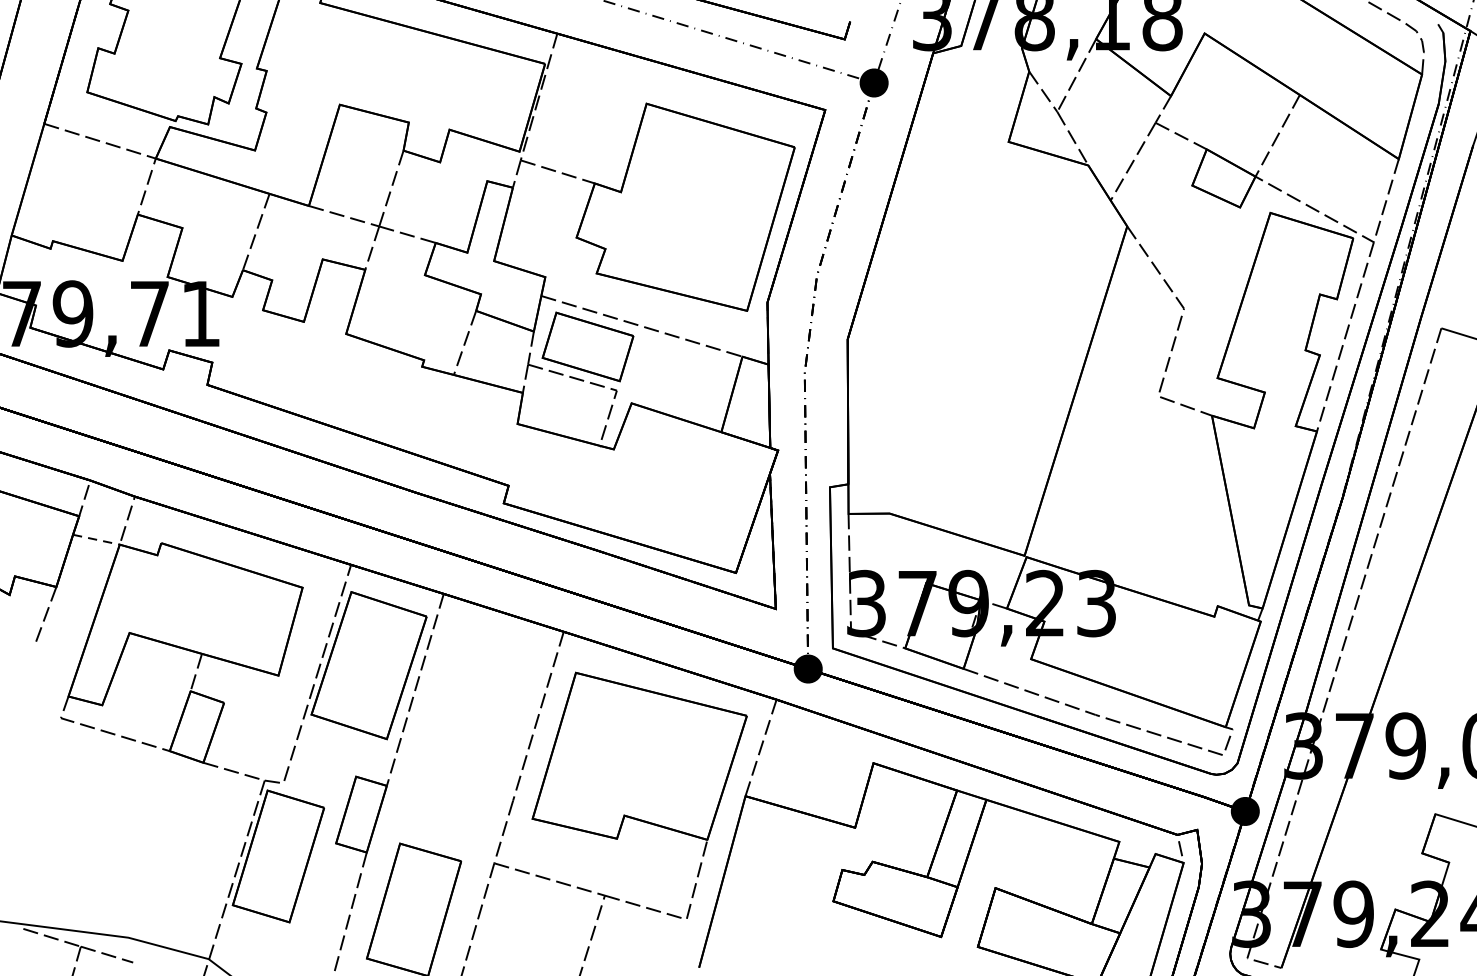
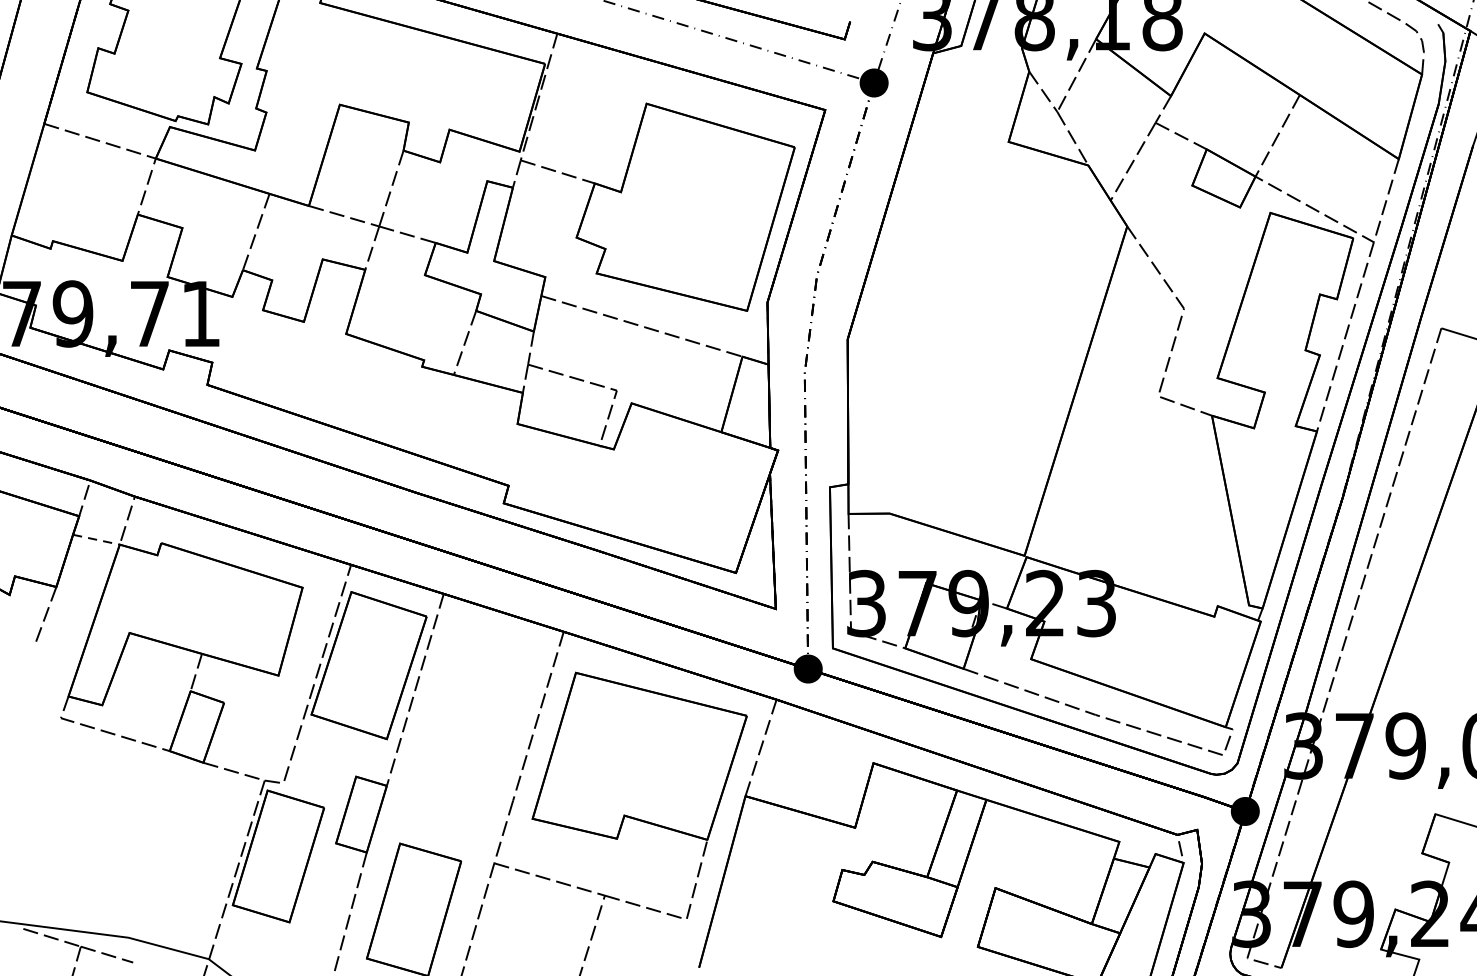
part at (587, 346): present -> none
